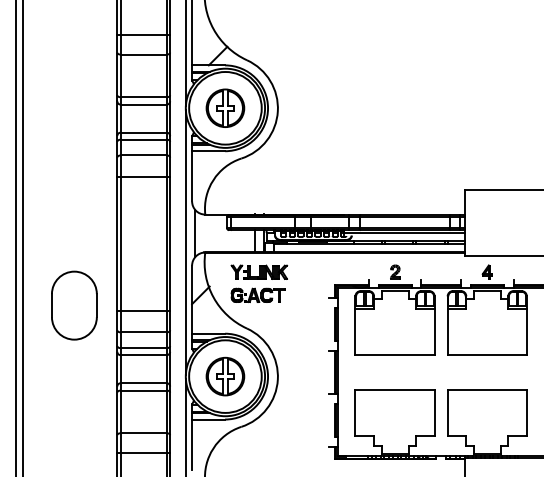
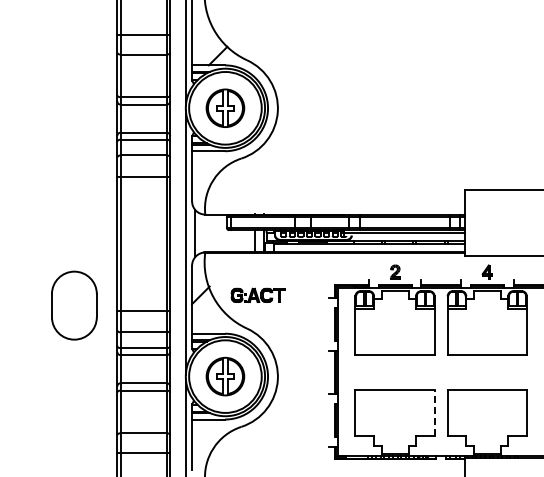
line at (16, 237): present -> none
line at (22, 237): present -> none
part at (259, 271): present -> none
line at (434, 412): solid -> dashed
